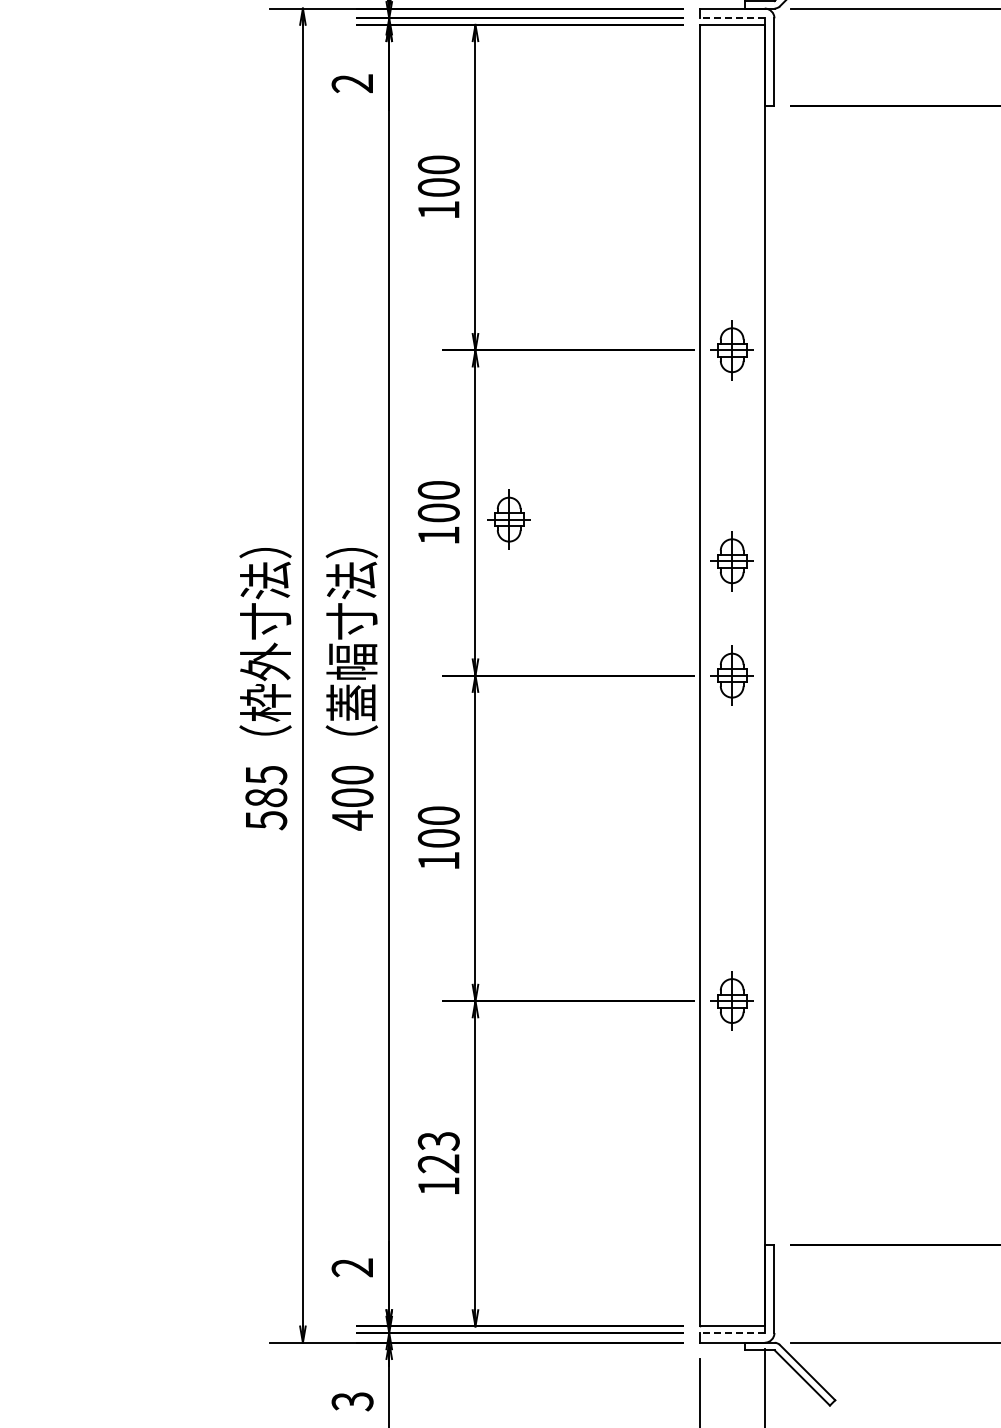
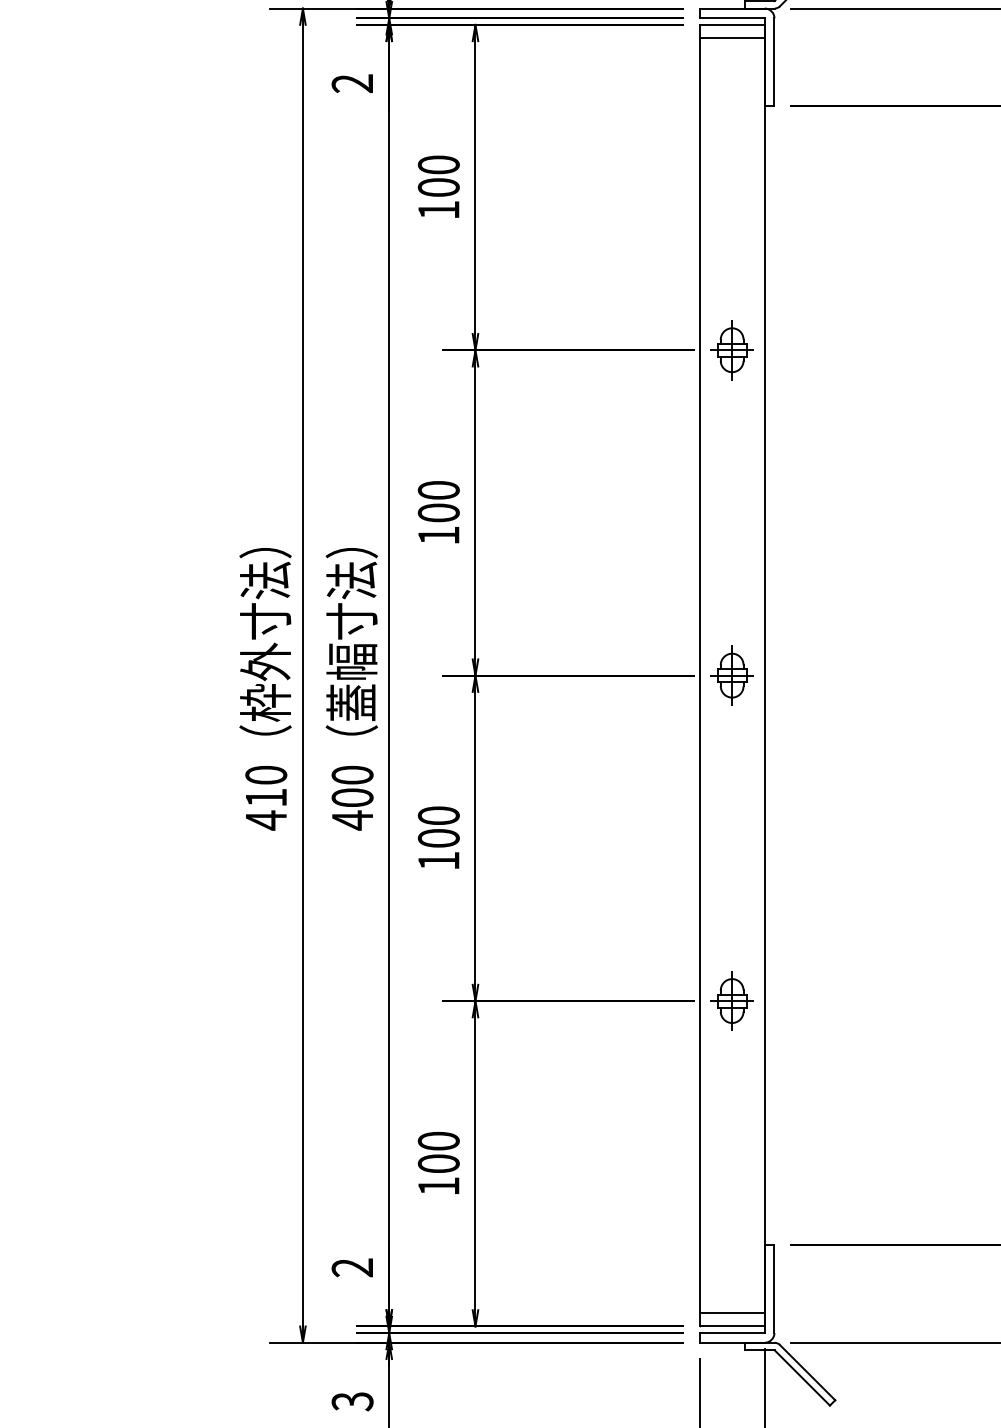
line at (732, 18): dashed -> solid
line at (731, 37): none -> present
part at (508, 519): present -> none
part at (731, 561): present -> none
text at (266, 797): 585 -> 410
text at (438, 1152): 123 -> 100
line at (731, 1313): none -> present
line at (732, 1332): dashed -> solid
